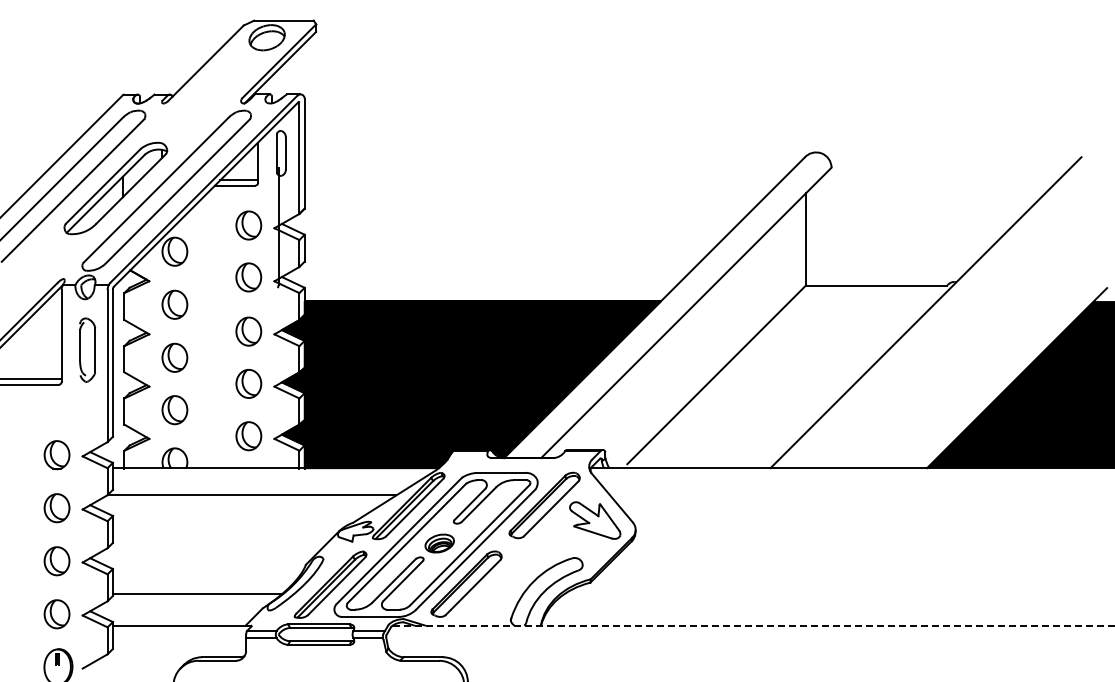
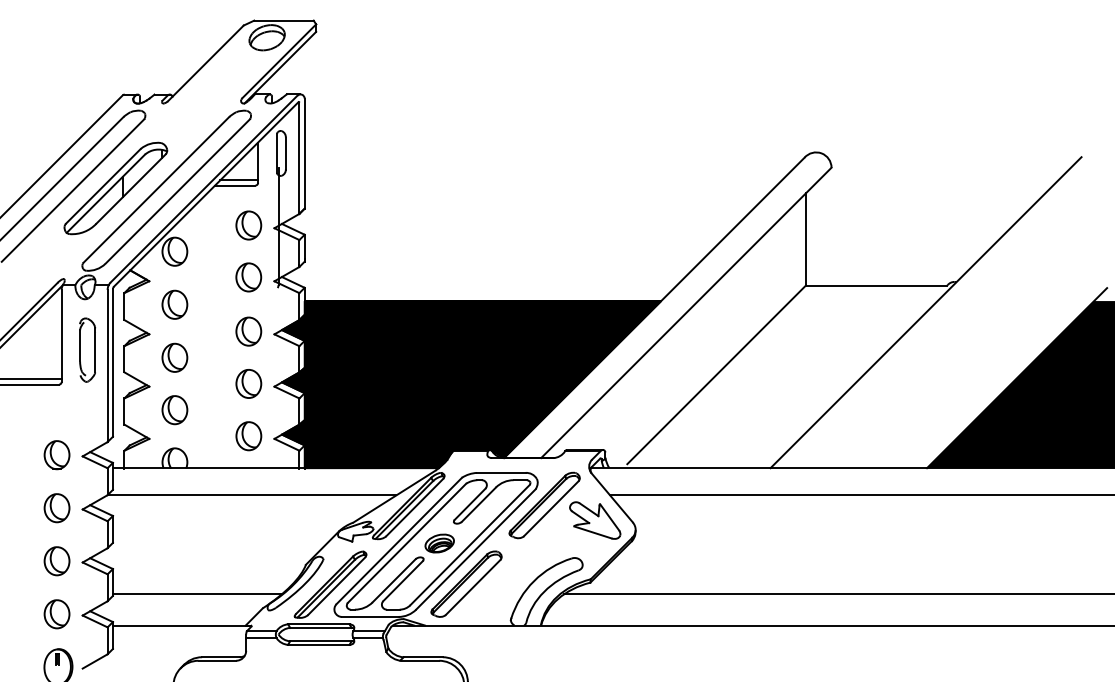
line at (860, 495): none -> present
line at (837, 594): none -> present
line at (753, 625): dashed -> solid
